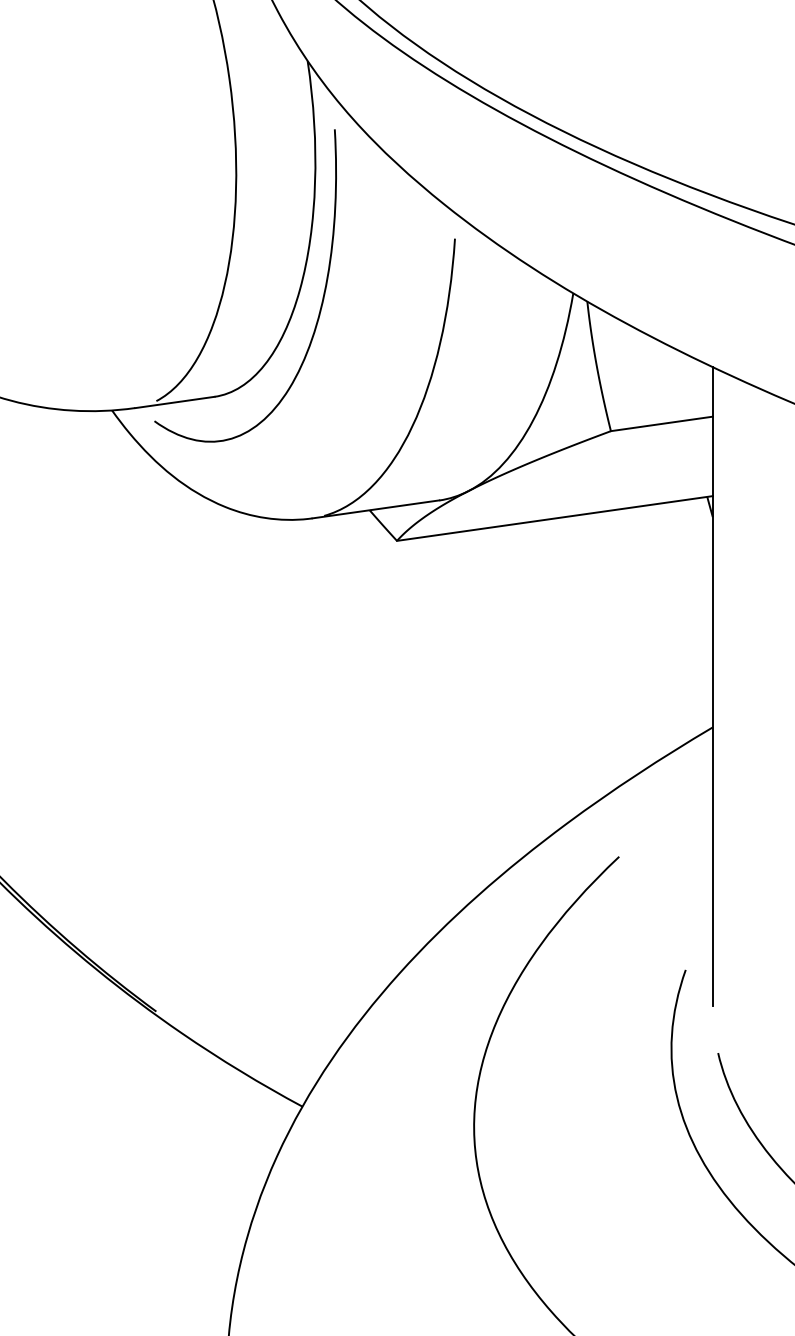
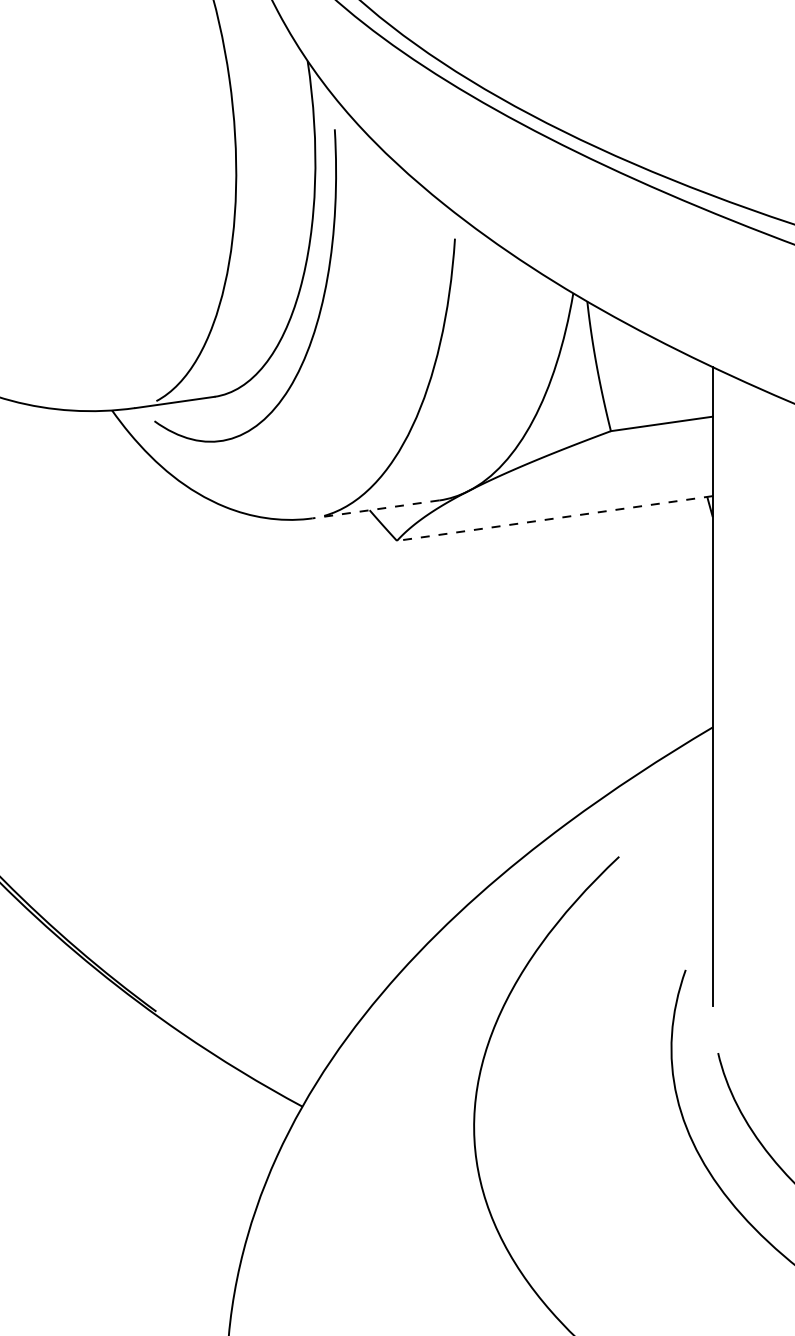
line at (375, 509): solid -> dashed
line at (554, 518): solid -> dashed
